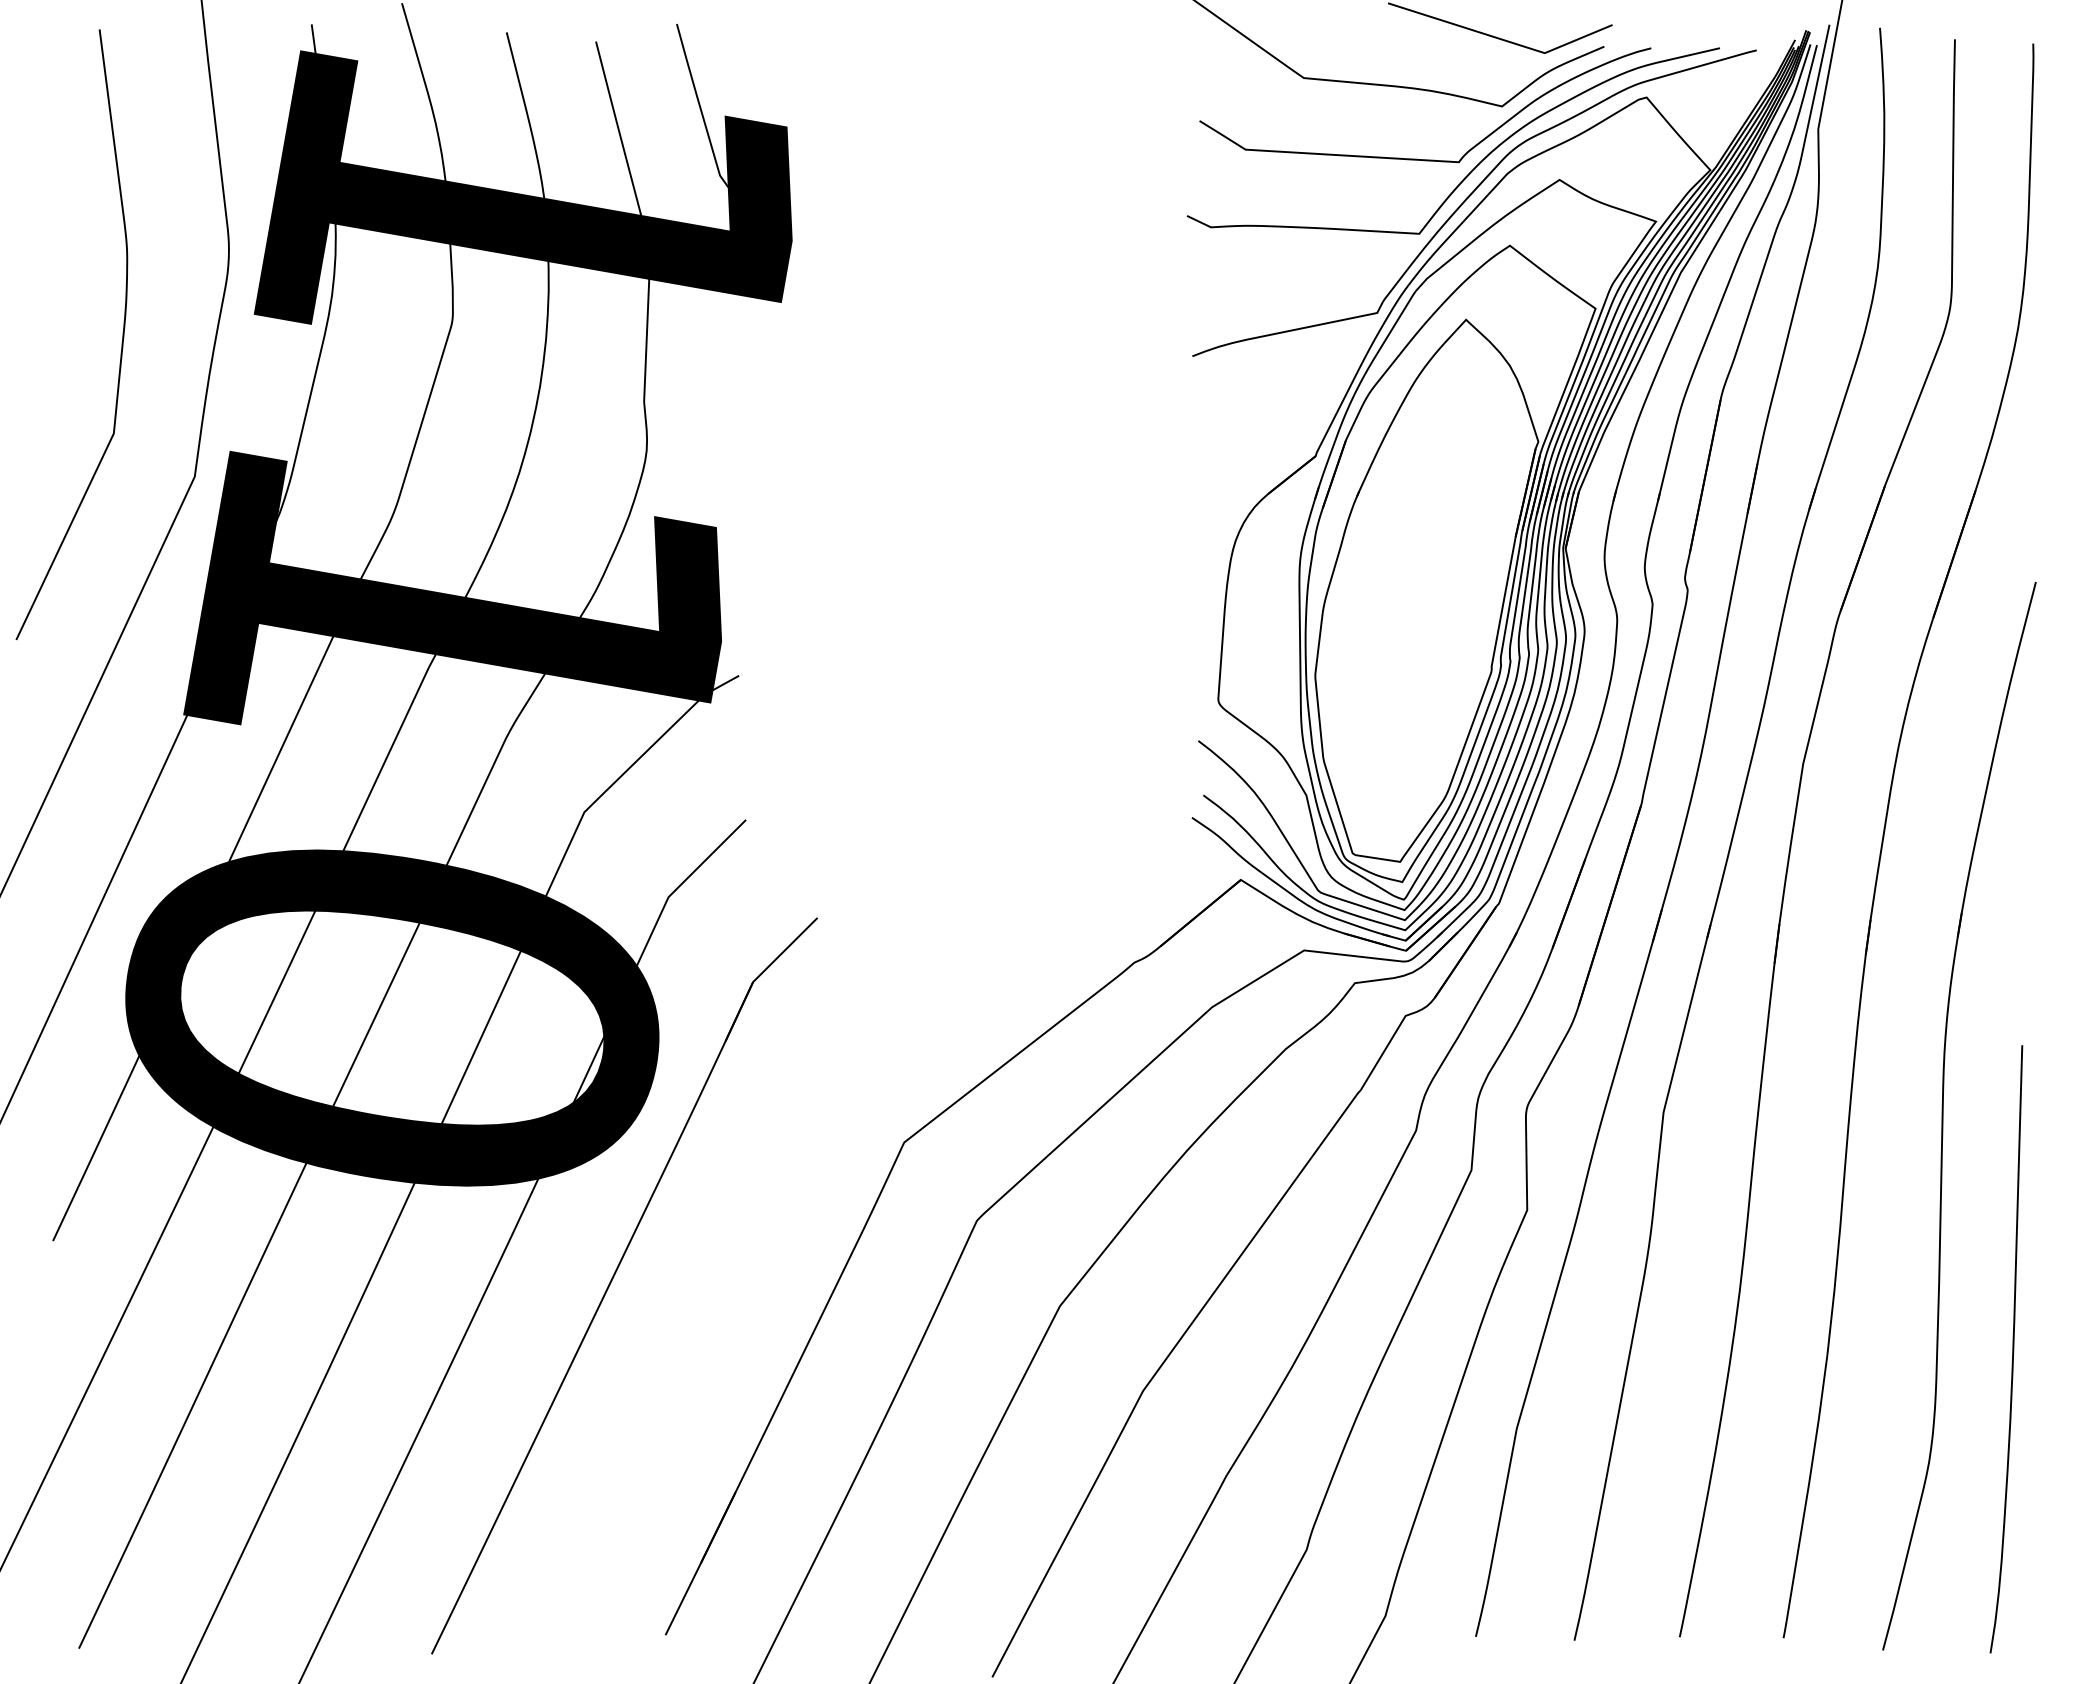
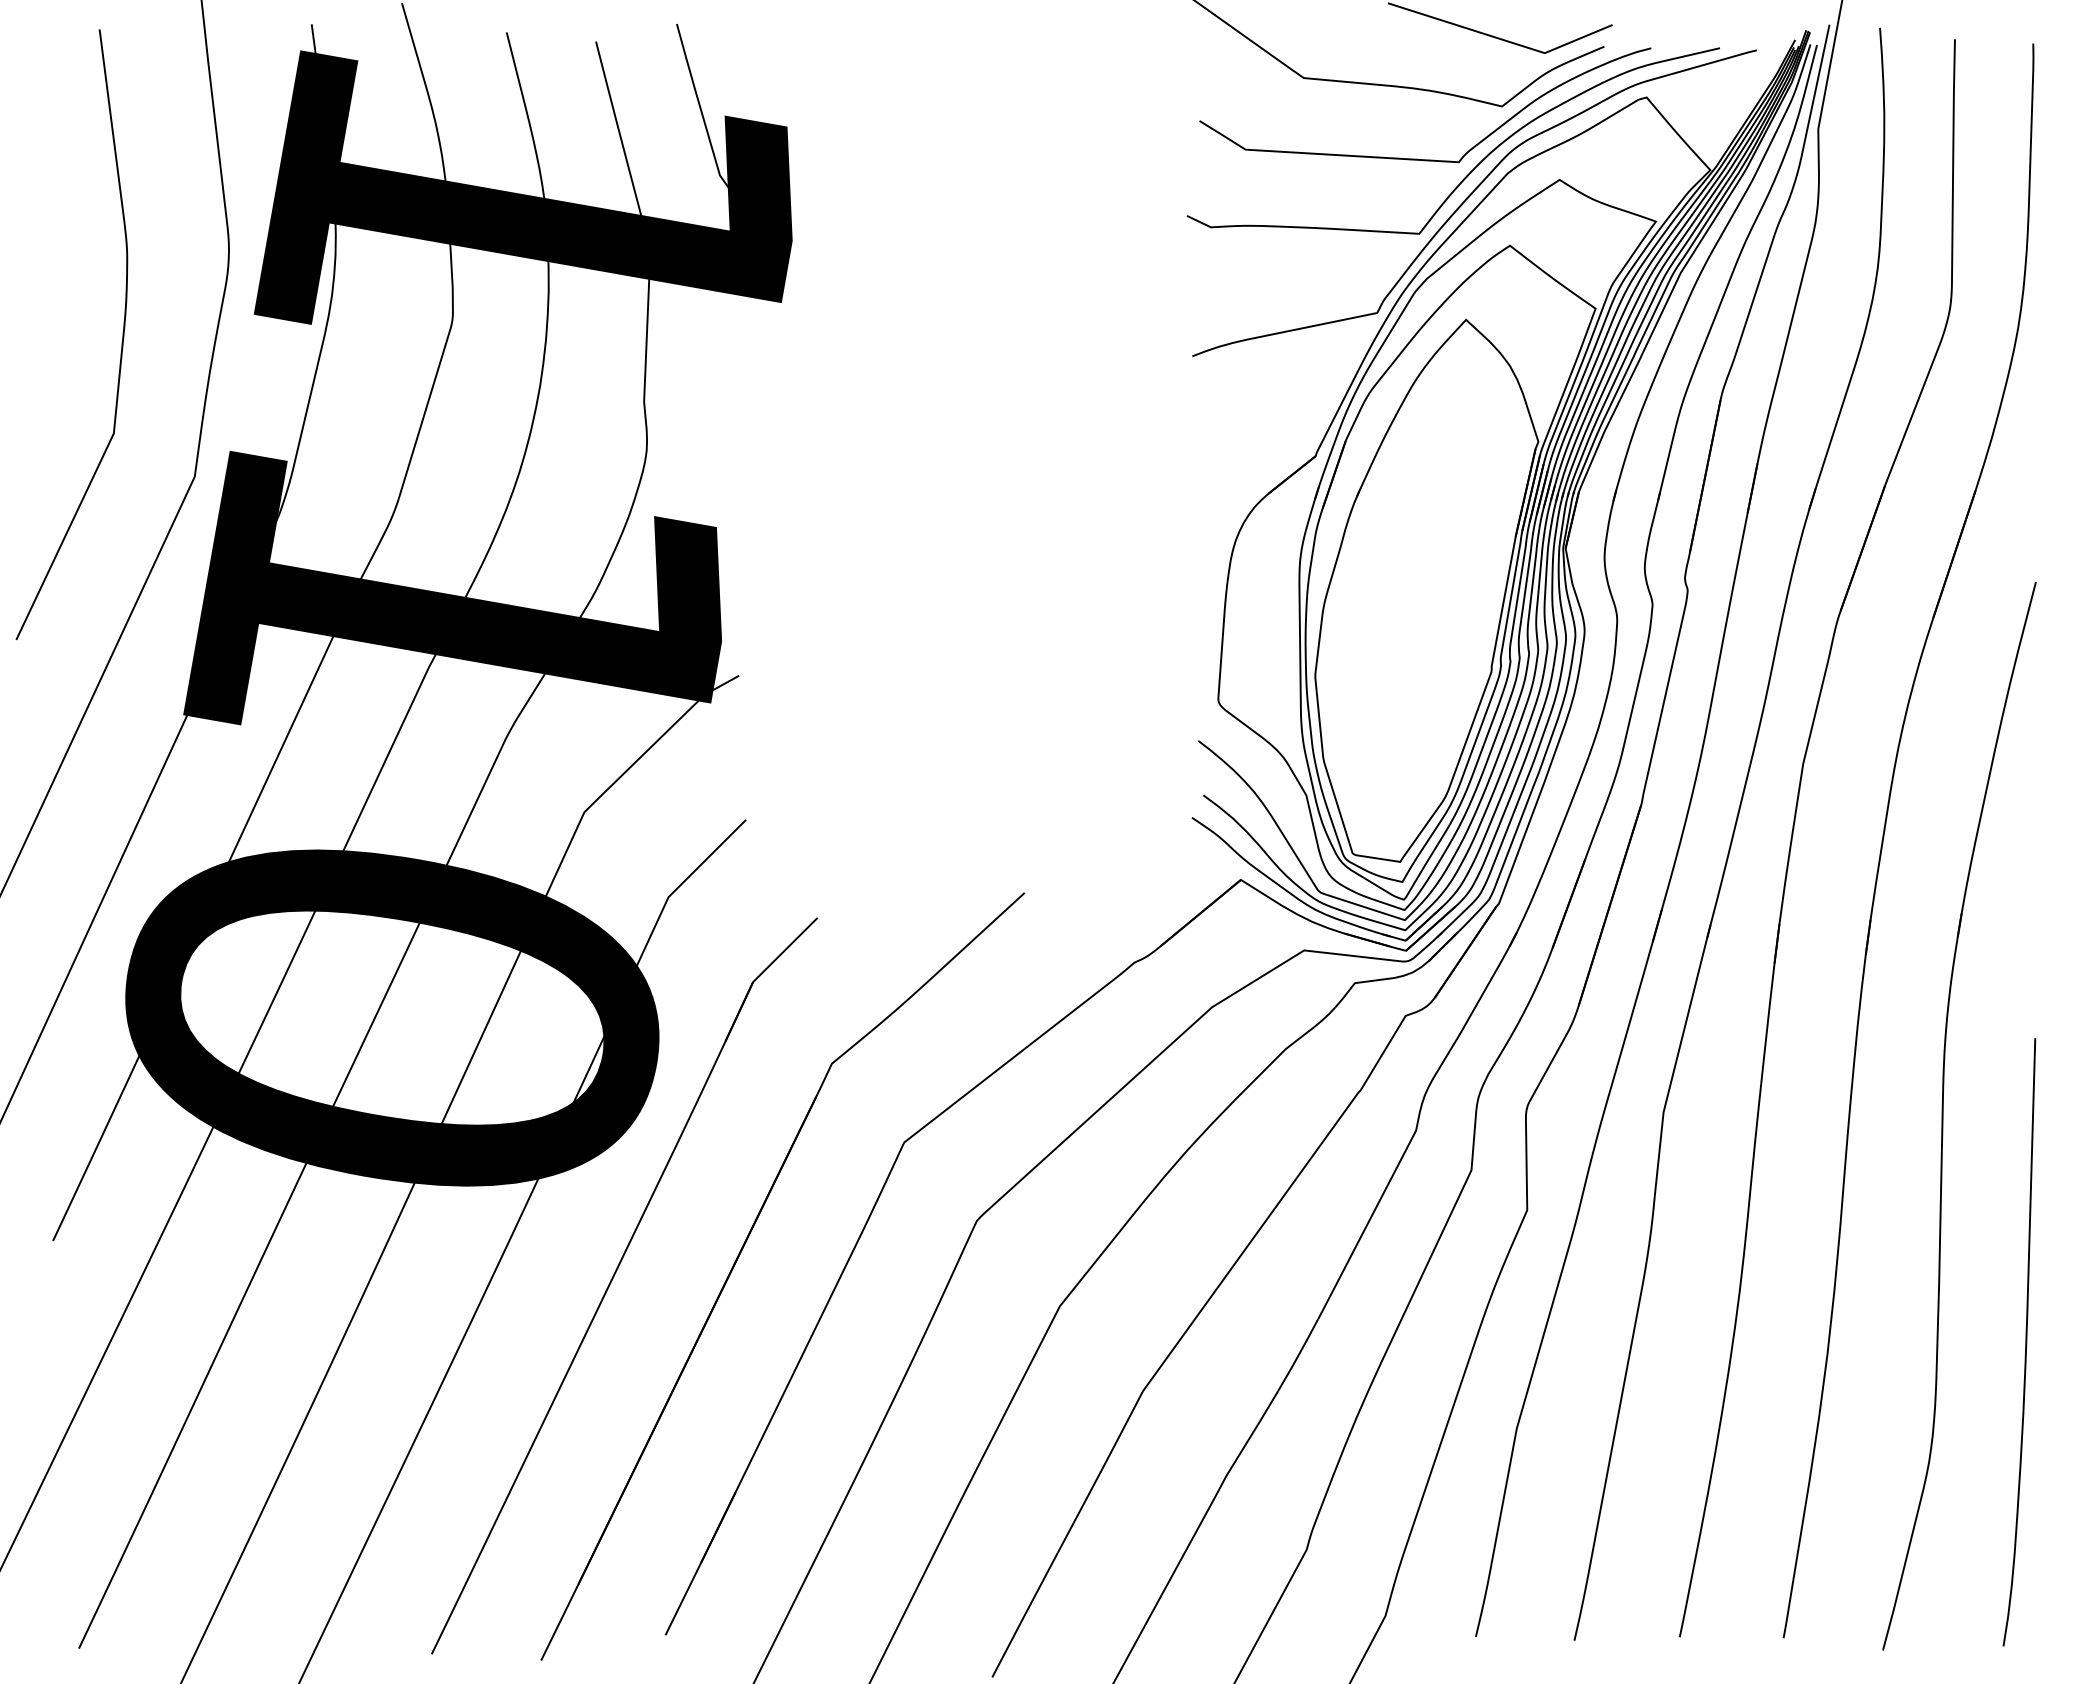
part at (740, 1254): none -> present
curve at (2012, 1349) position: (2012, 1349) -> (2025, 1342)
